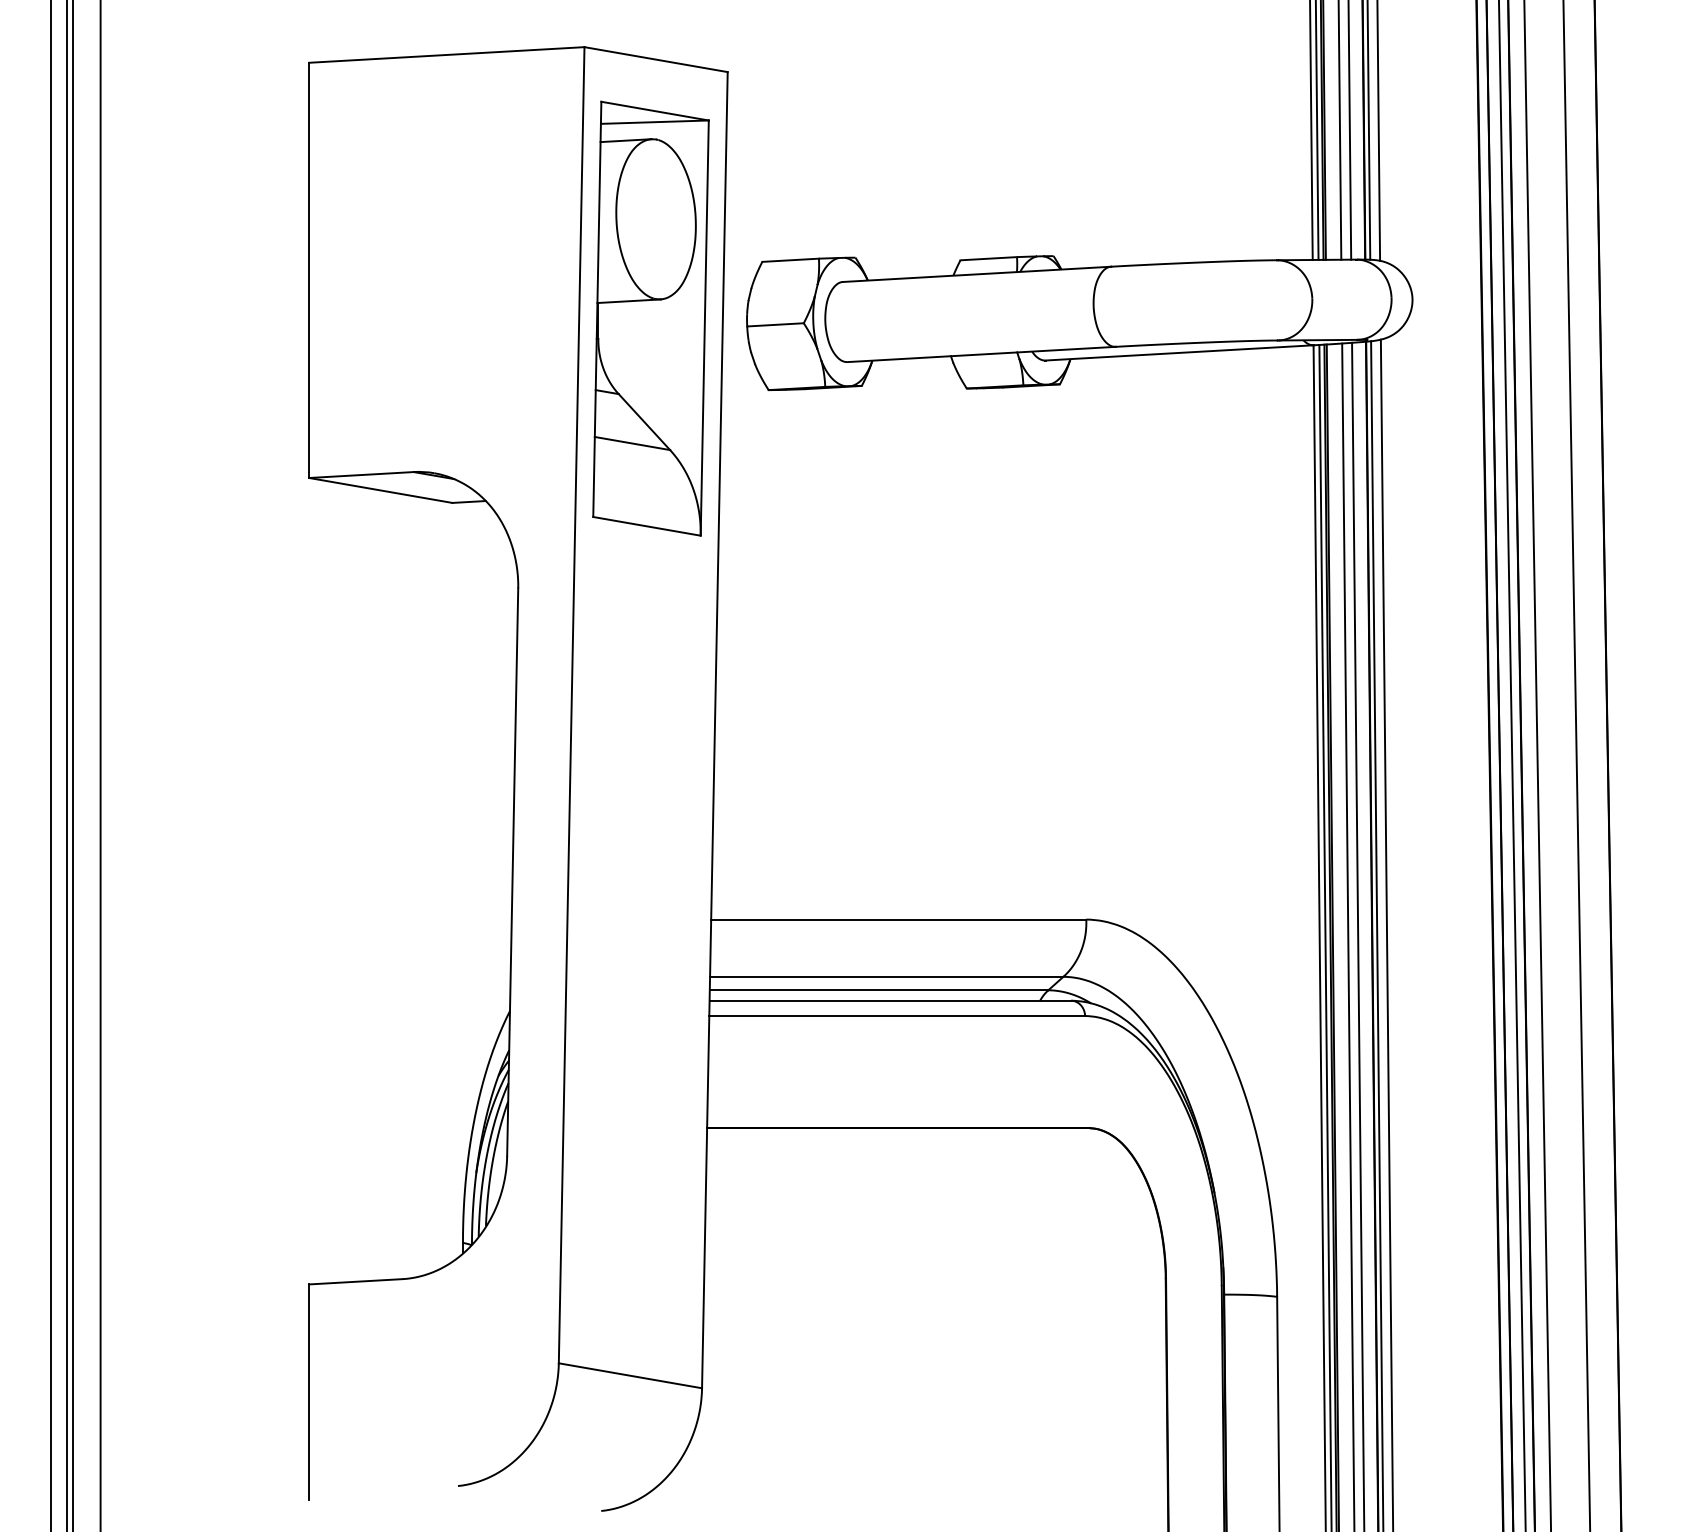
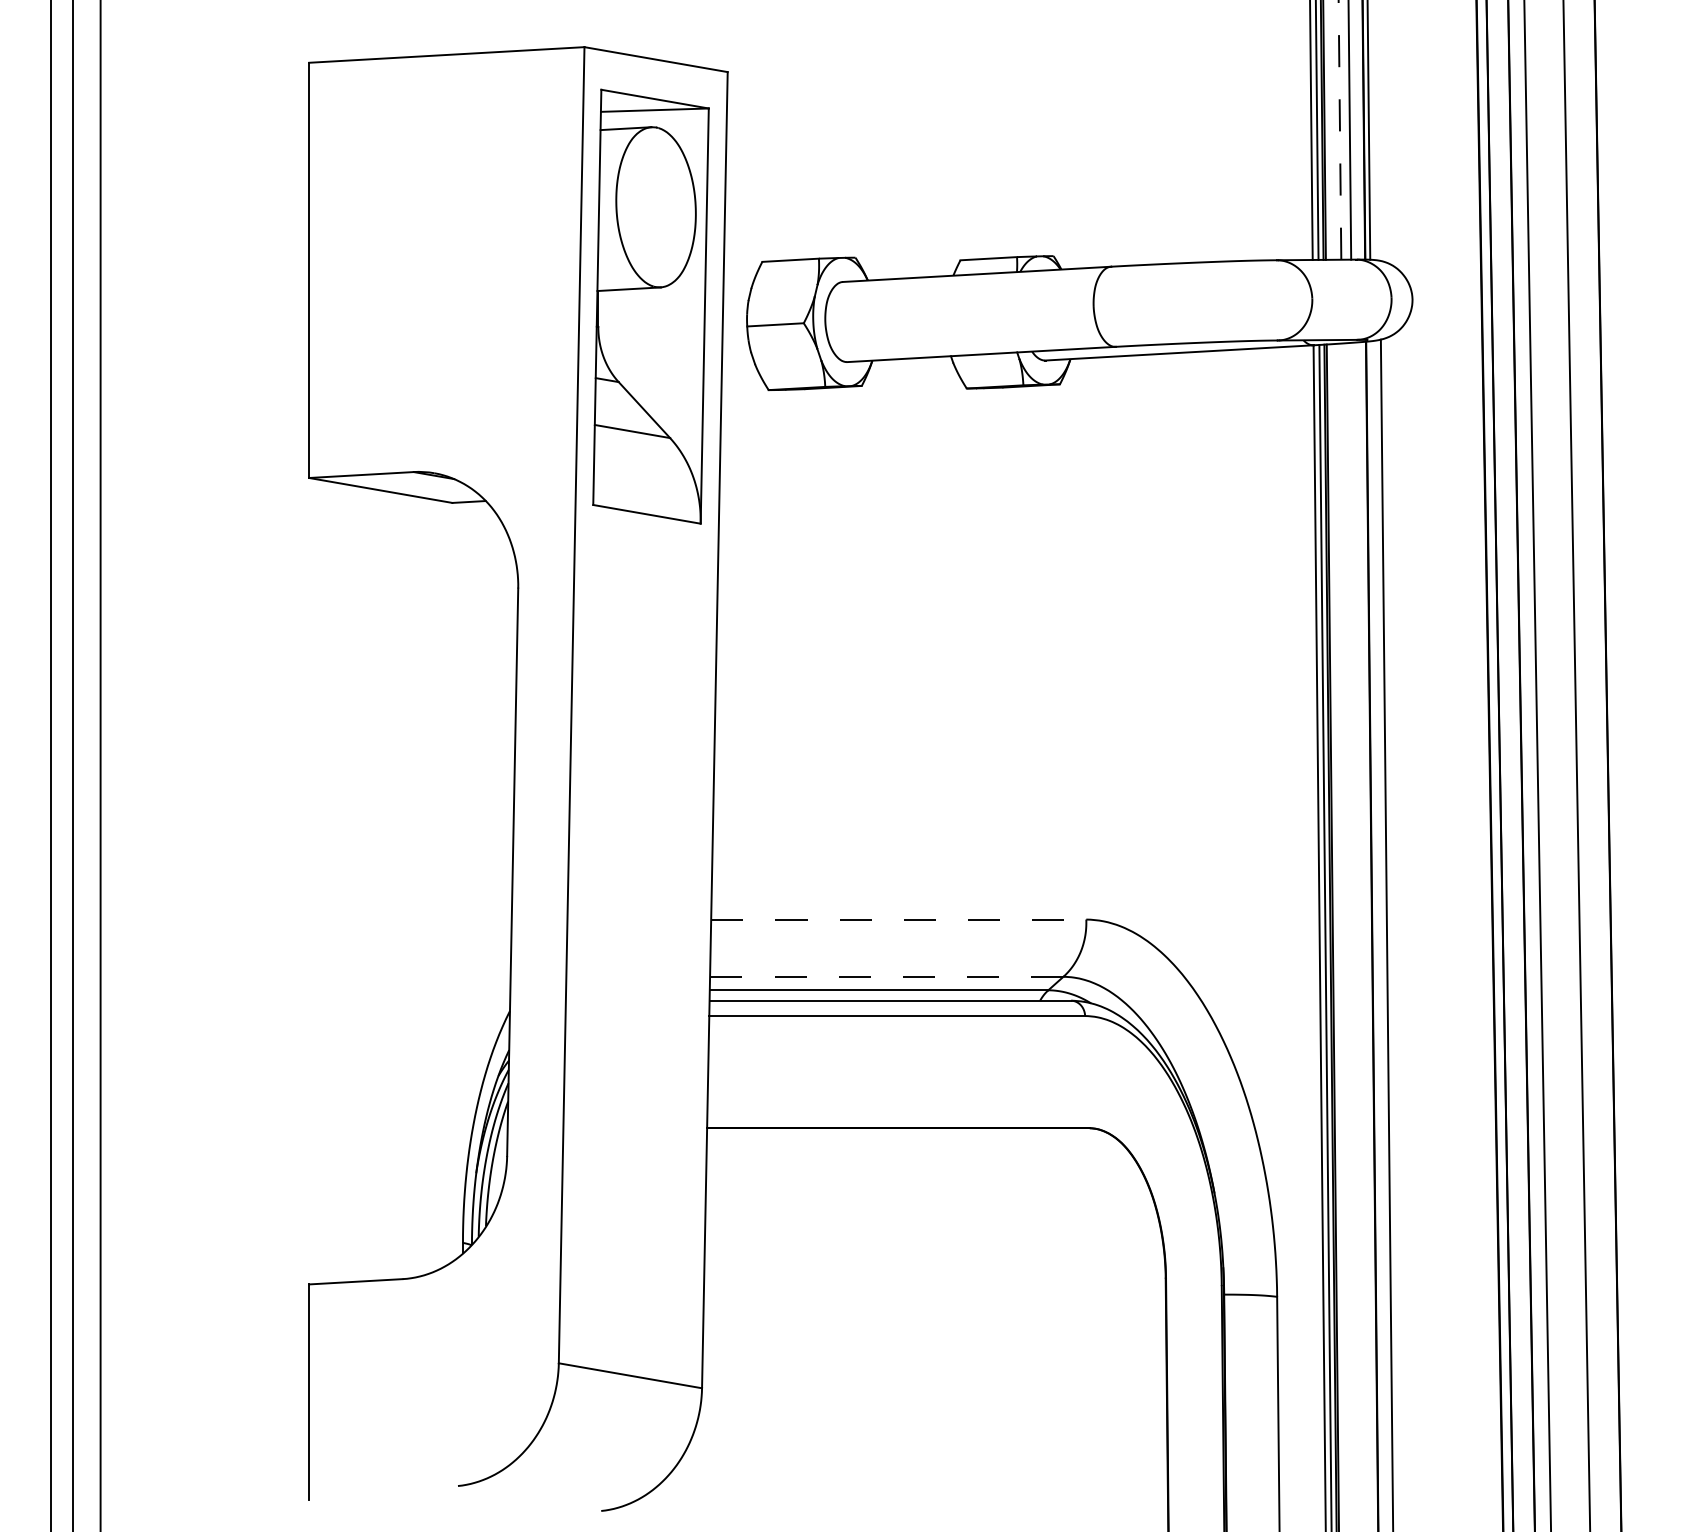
line at (1339, 129): solid -> dashed
line at (1378, 131): present -> none
part at (650, 318) position: (650, 318) -> (650, 306)
line at (67, 765): present -> none
line at (1511, 765): present -> none
line at (898, 919): solid -> dashed
line at (1377, 934): present -> none
line at (1348, 935): present -> none
line at (1358, 935): present -> none
line at (886, 976): solid -> dashed
